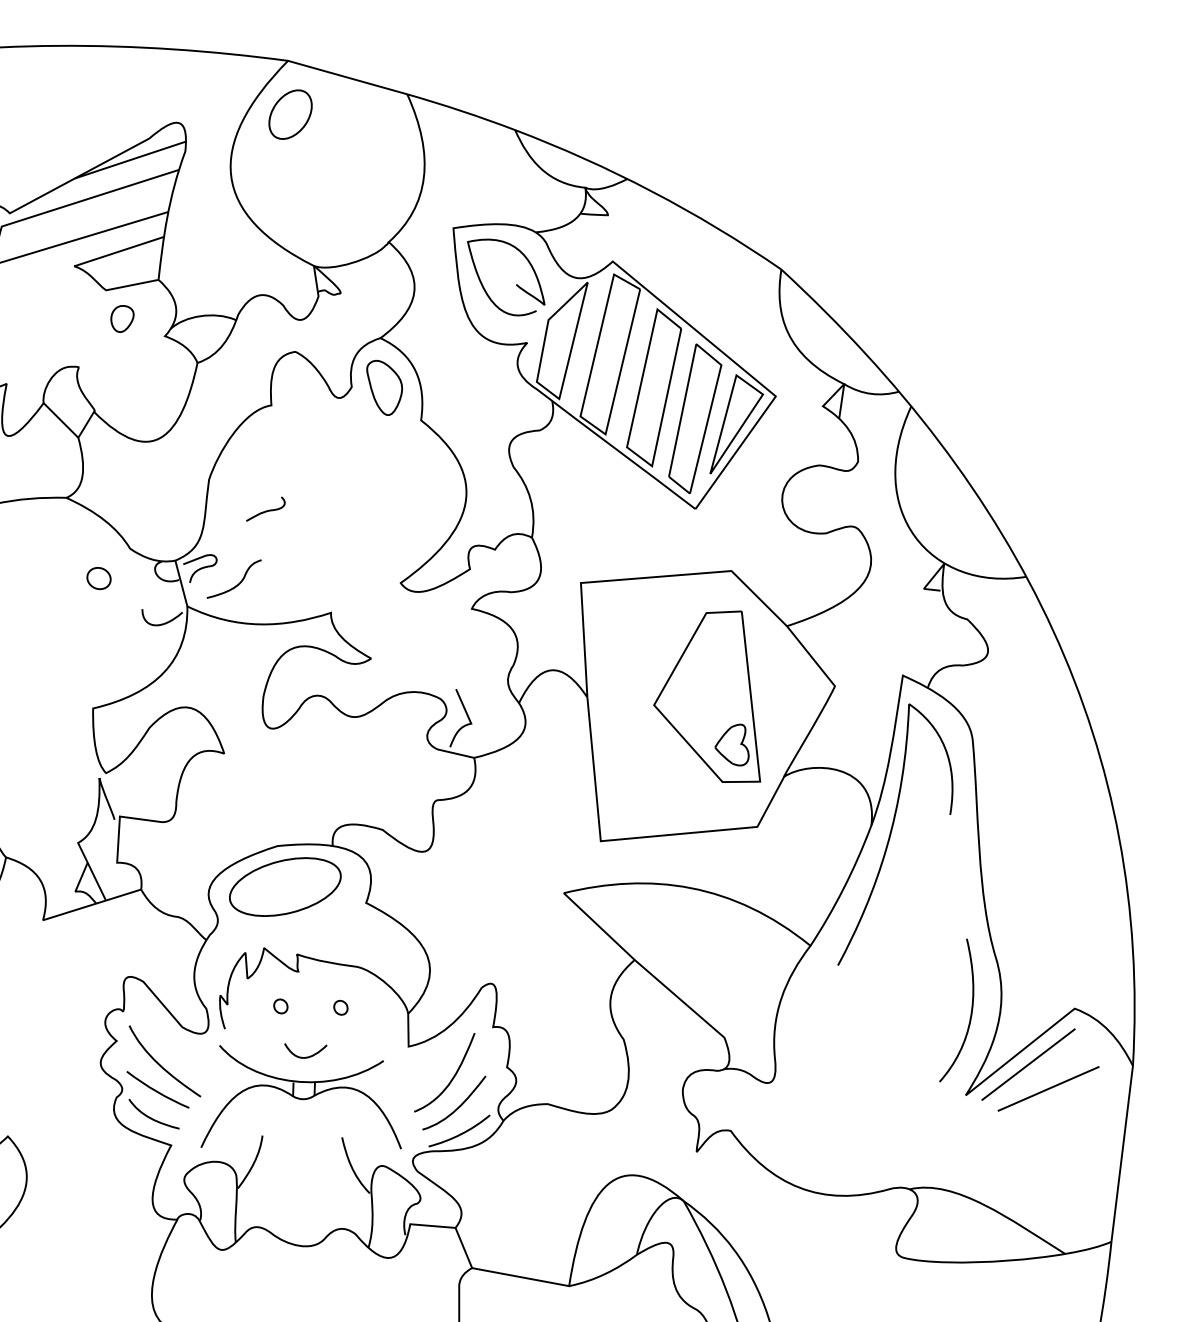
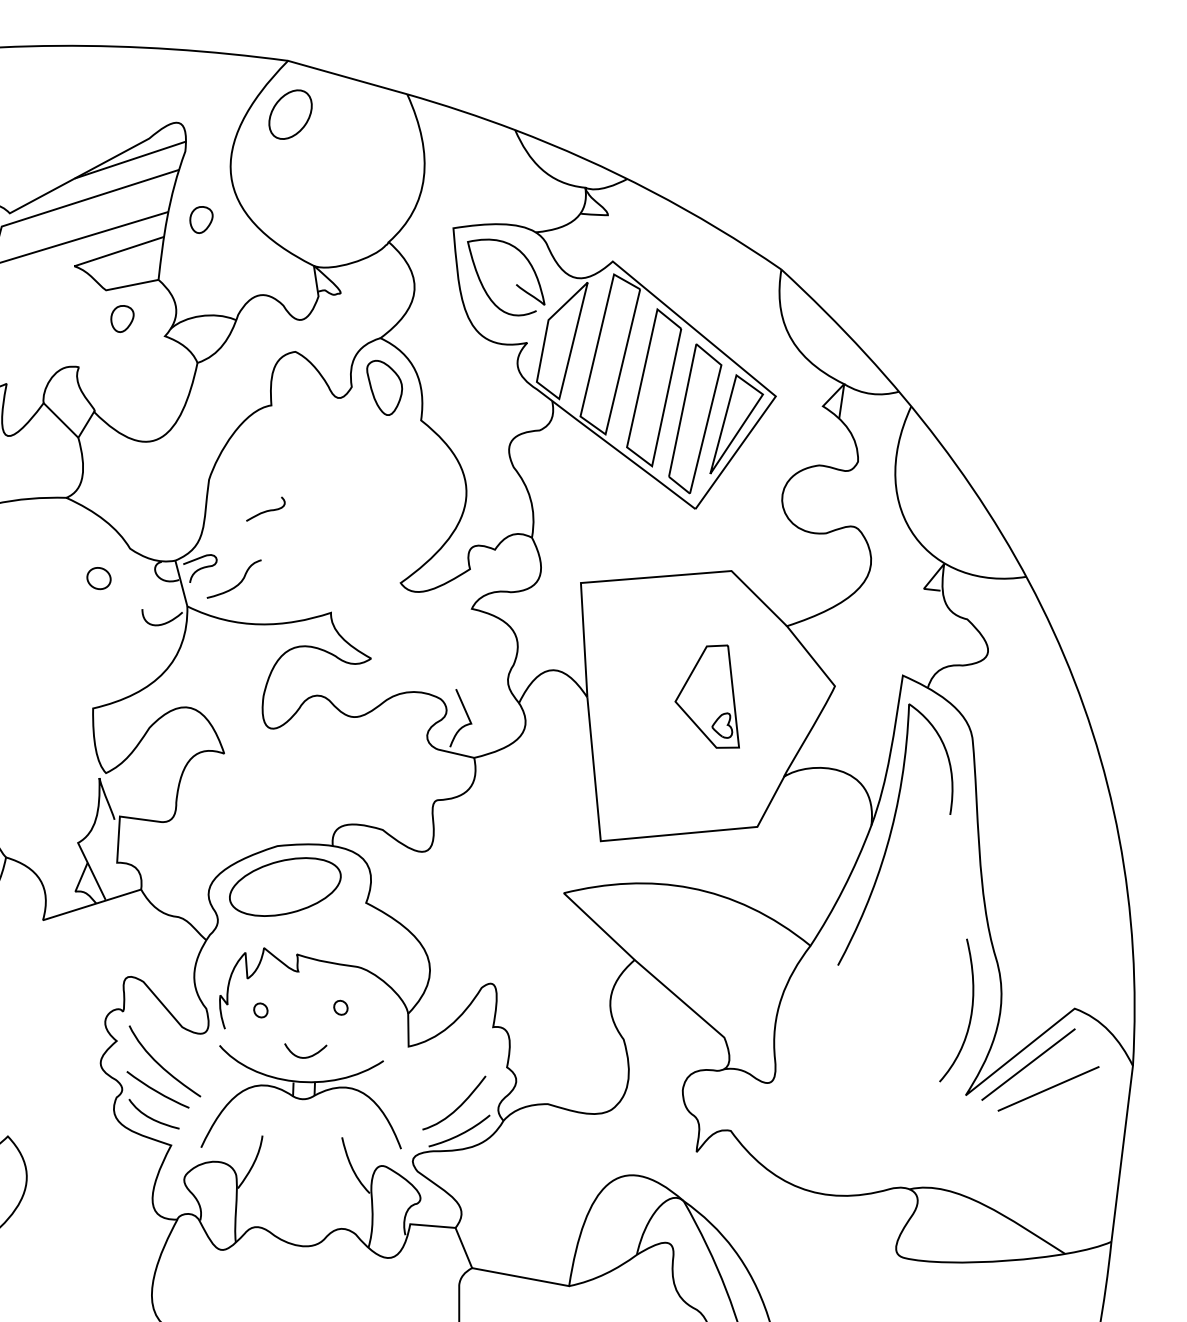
part at (201, 219): none -> present
part at (707, 696) size: 109x173 px -> 66x105 px
part at (280, 1006) position: (280, 1006) -> (260, 1010)
curve at (451, 1078): present -> none
